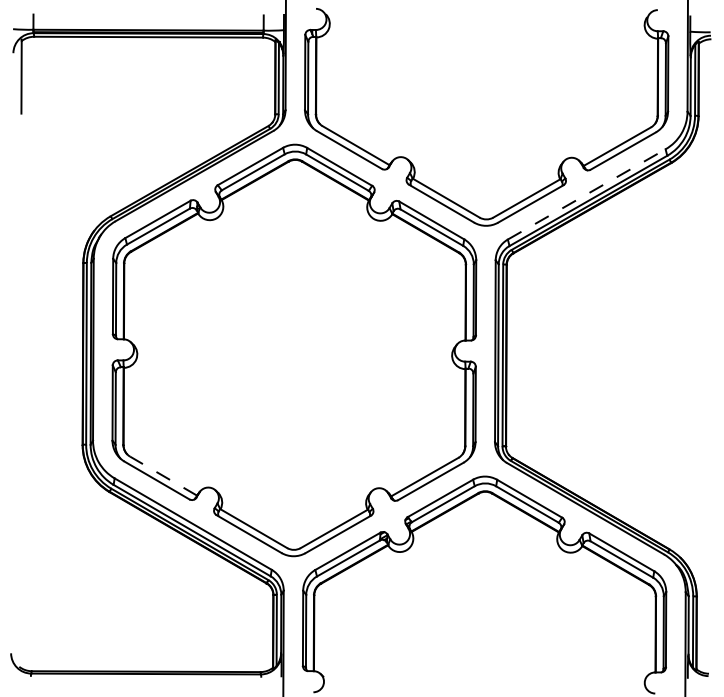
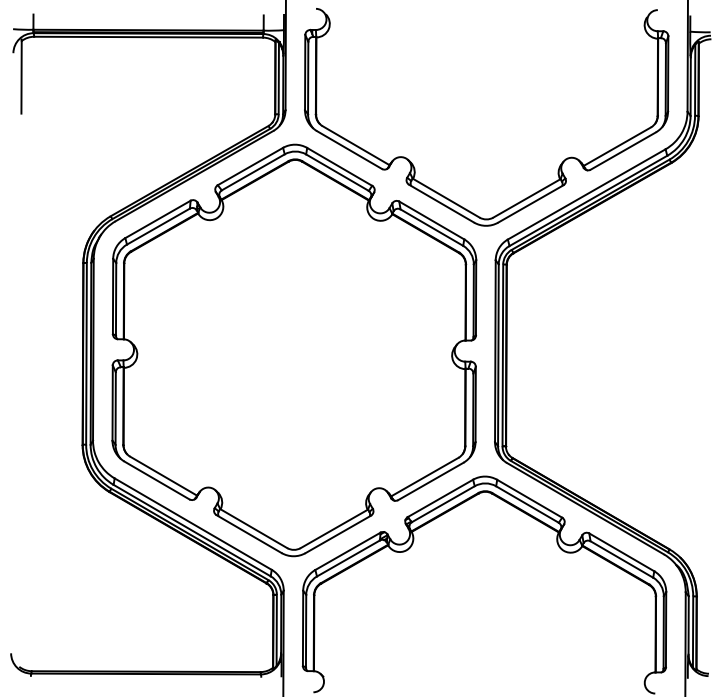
line at (586, 194): dashed -> solid
line at (163, 476): dashed -> solid
